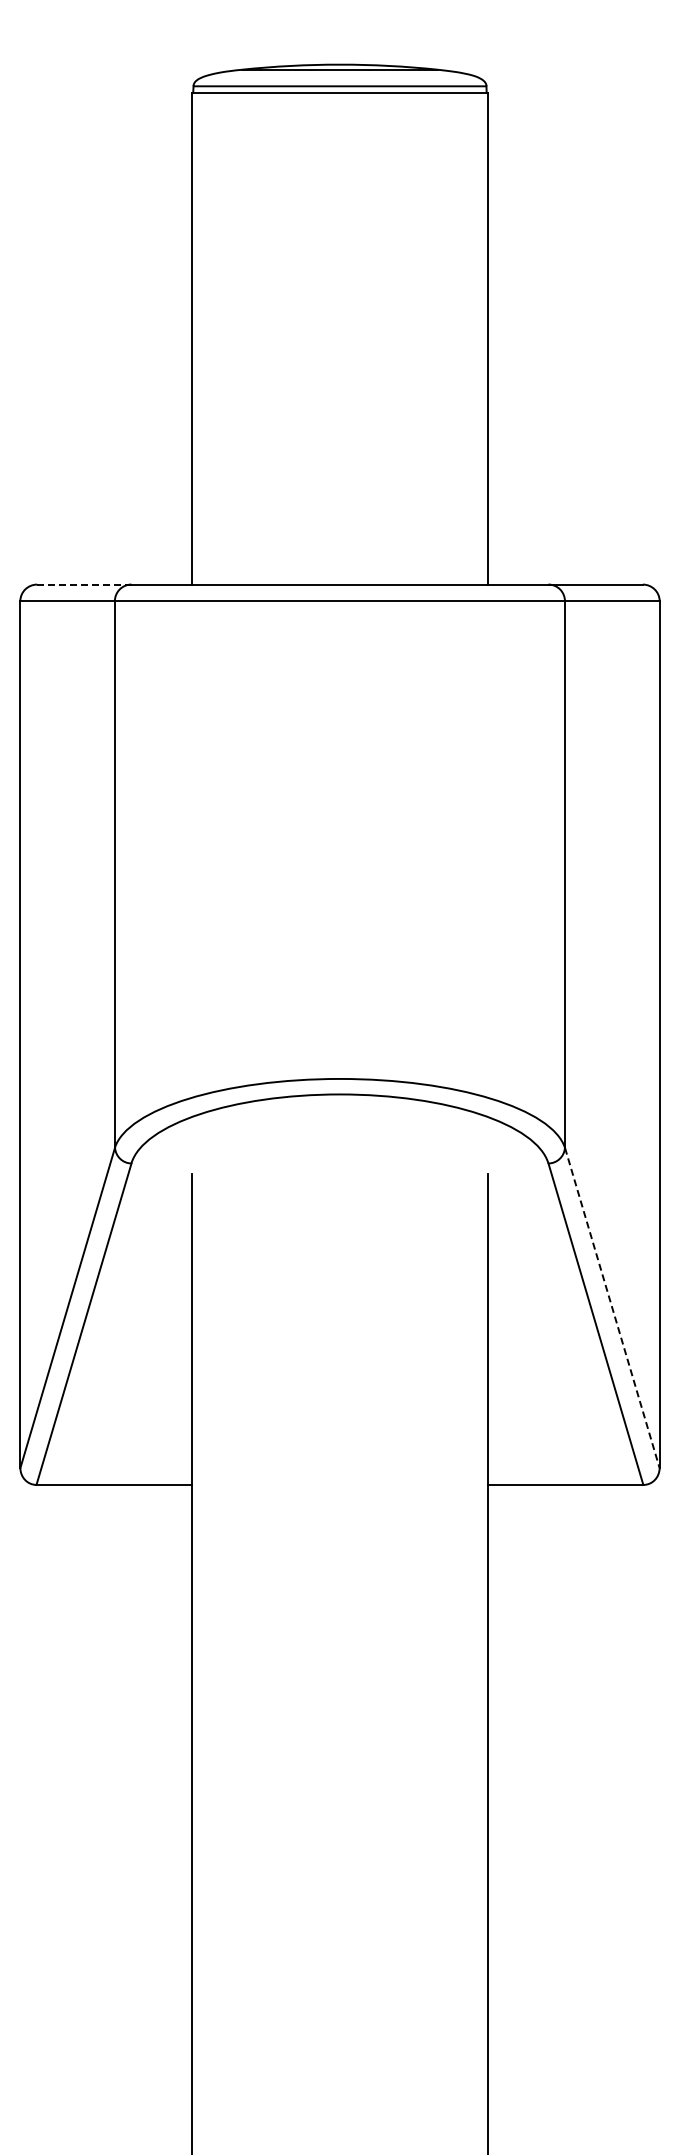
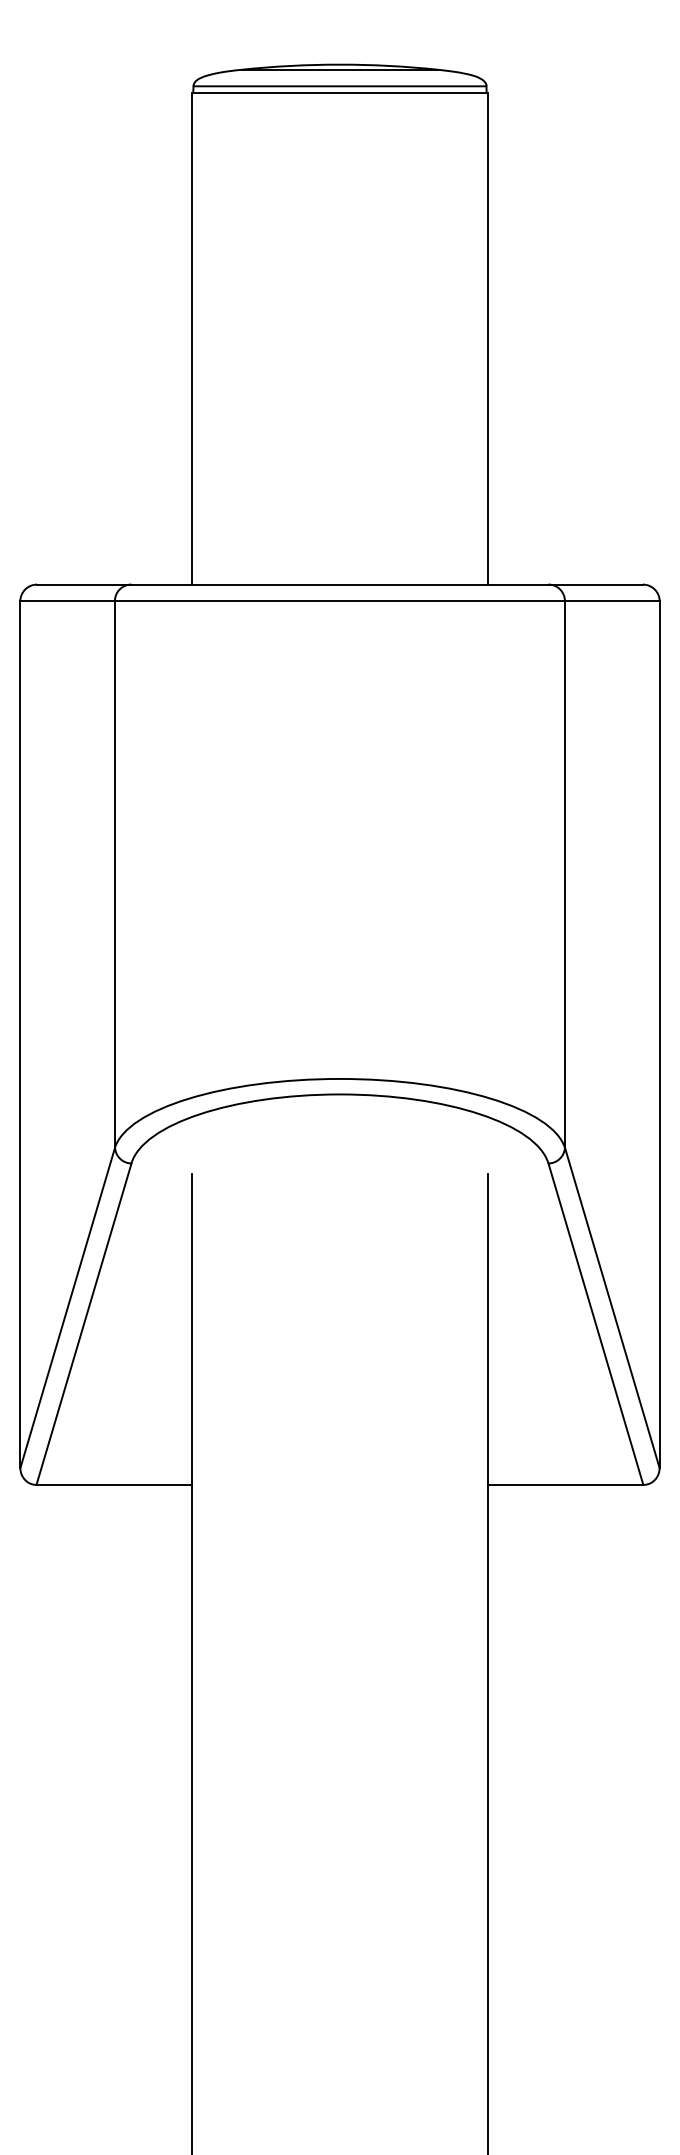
line at (84, 584): dashed -> solid
line at (612, 1307): dashed -> solid
